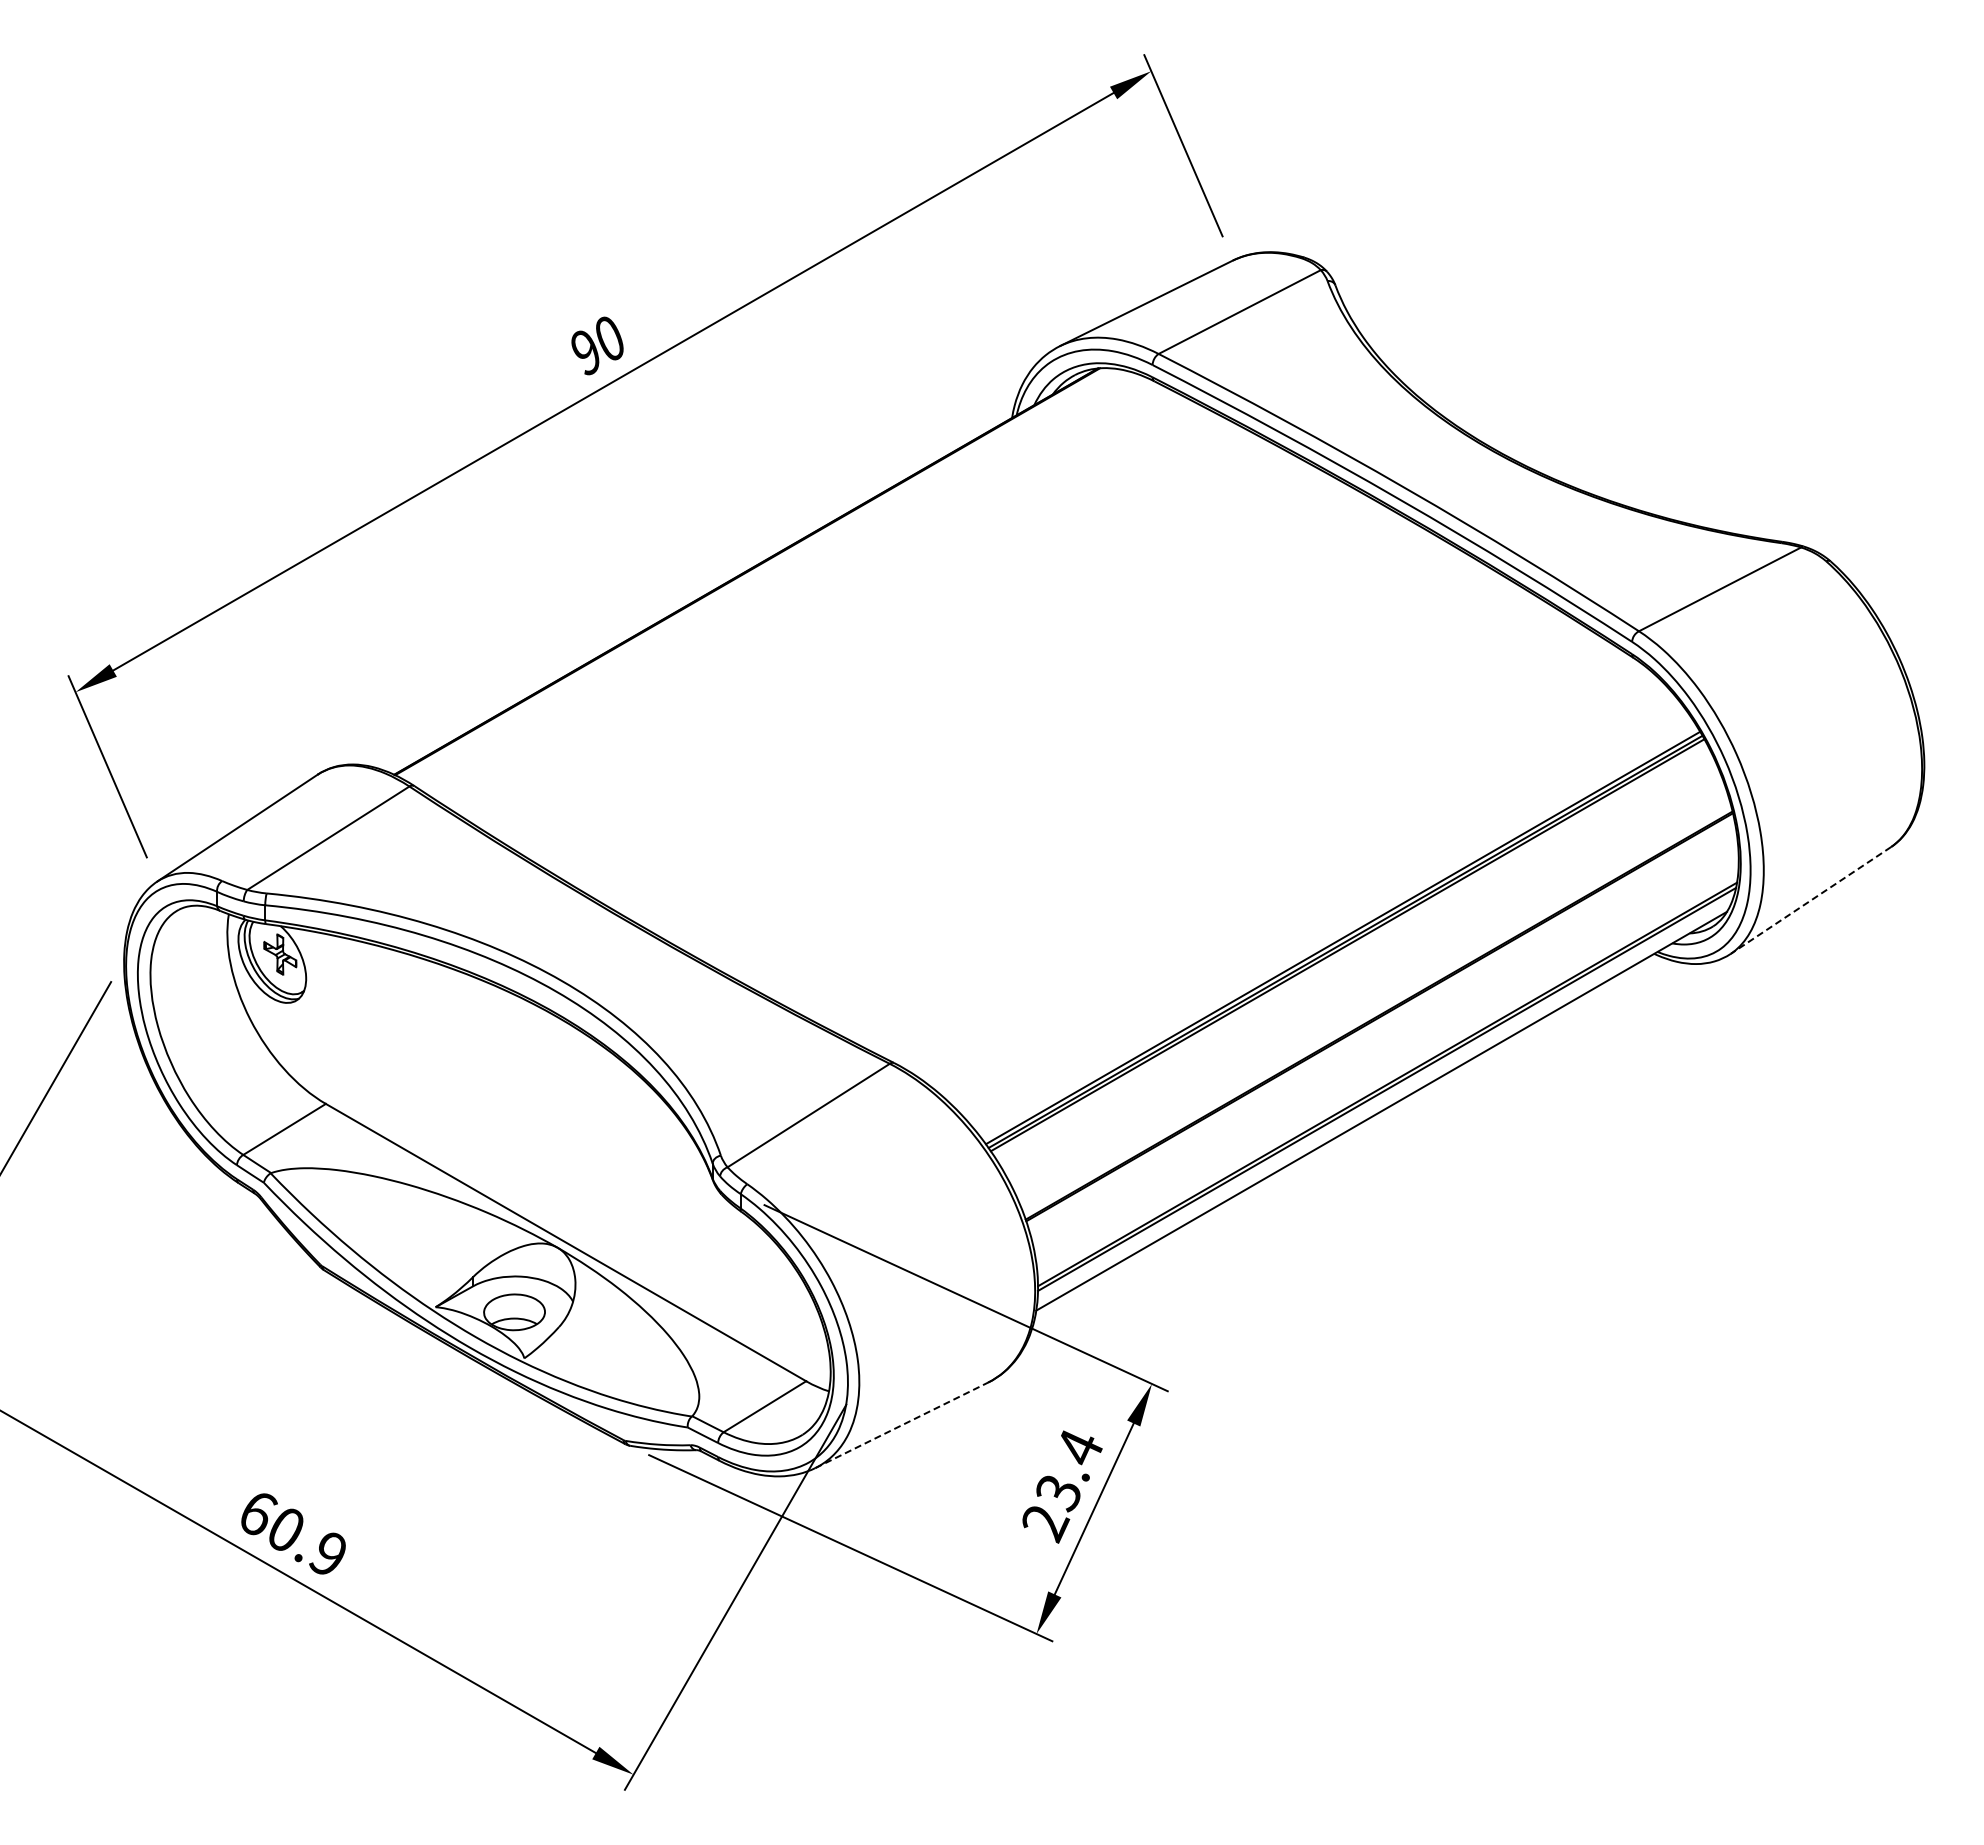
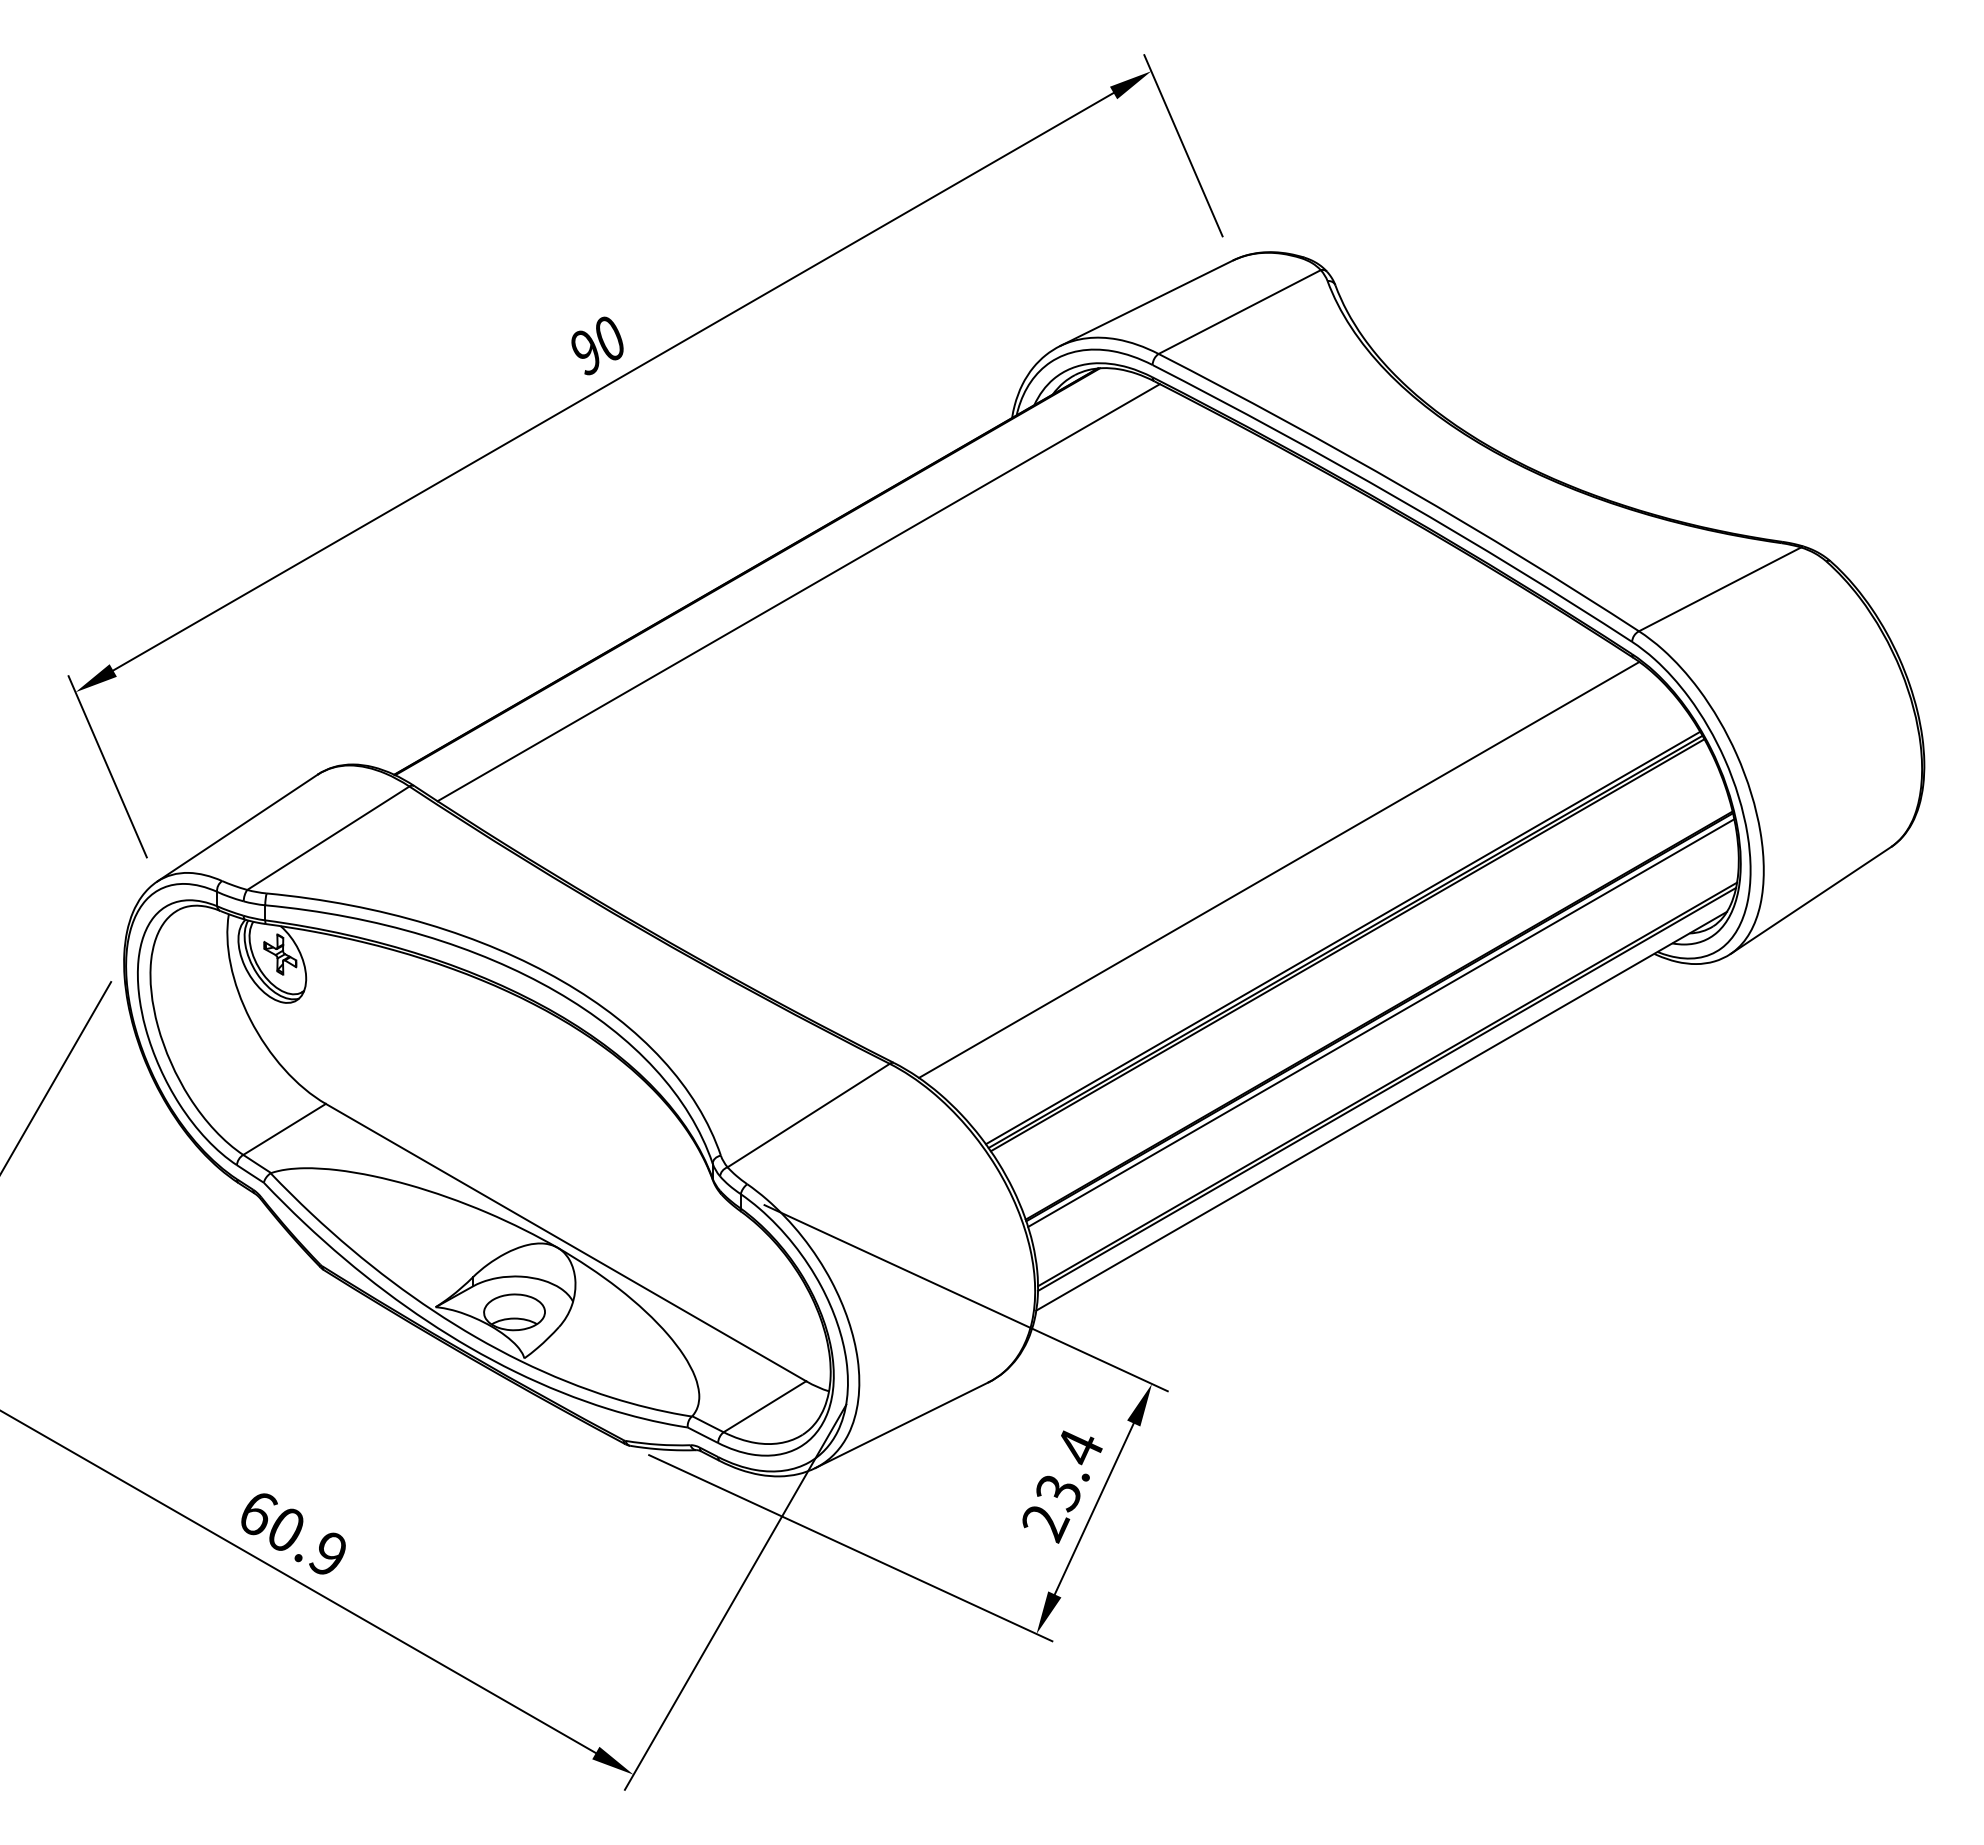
line at (798, 592): none -> present
line at (1279, 869): none -> present
line at (1810, 900): dashed -> solid
line at (1381, 1022): none -> present
line at (902, 1425): dashed -> solid
